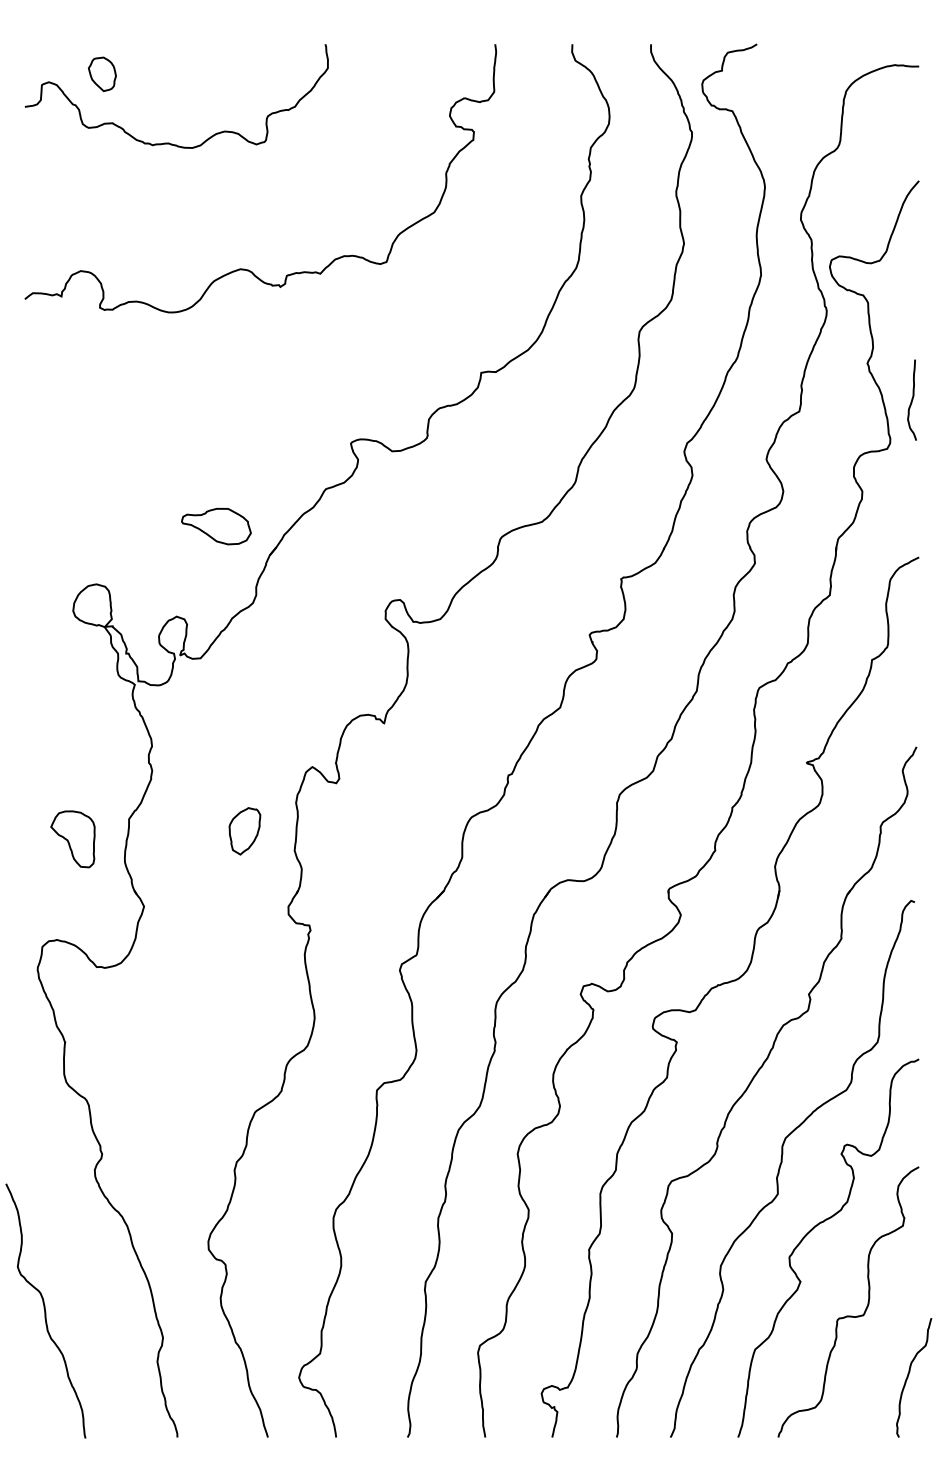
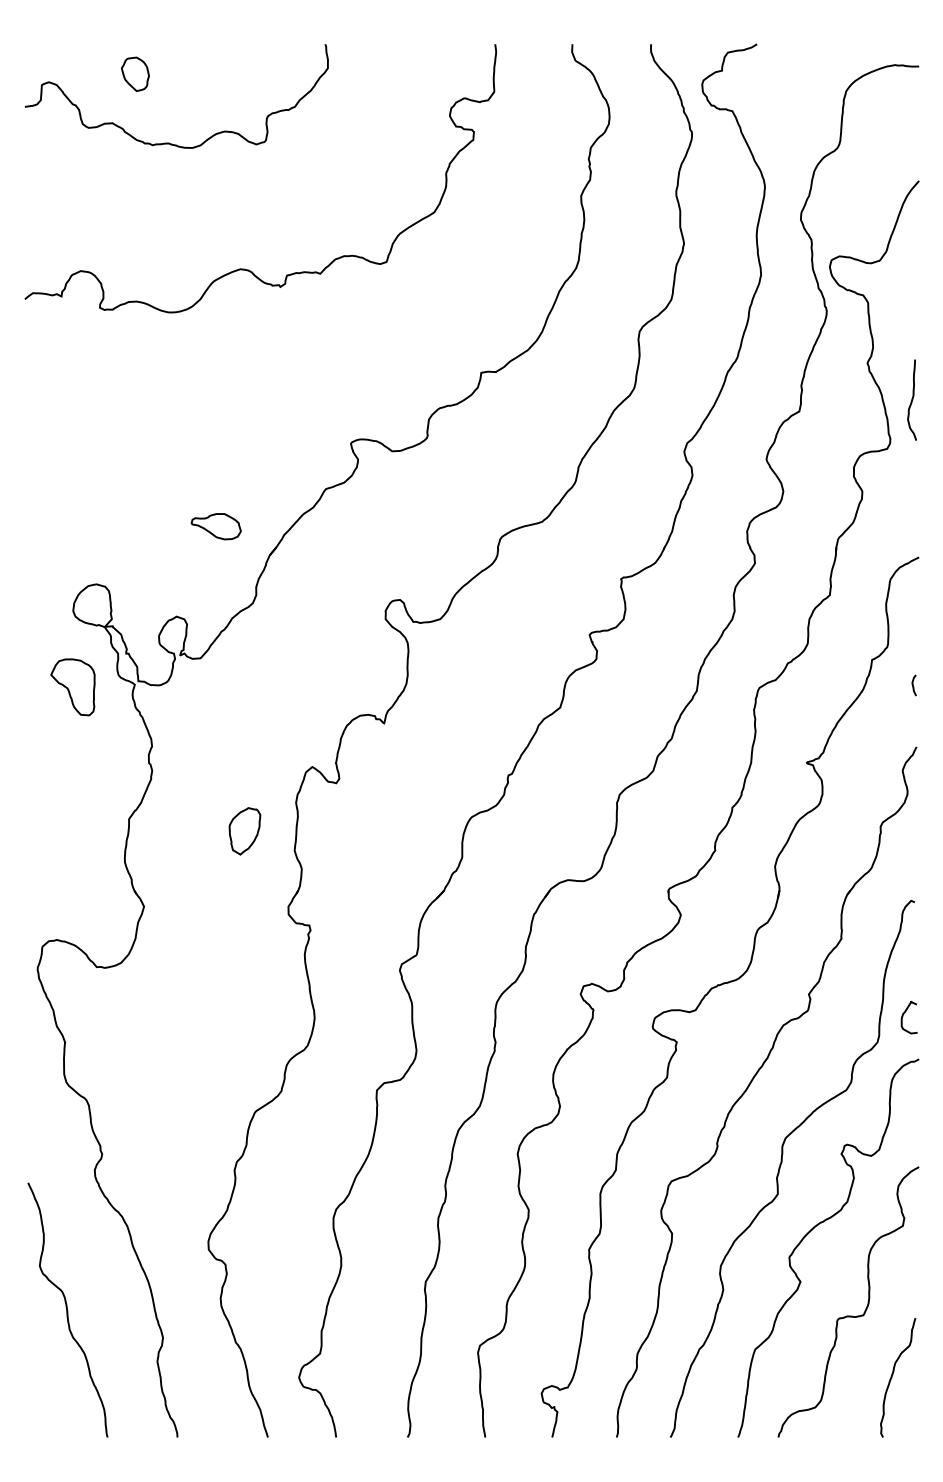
part at (102, 73) position: (102, 73) -> (135, 73)
part at (216, 526) size: 71x39 px -> 52x28 px
curve at (913, 685): none -> present
part at (72, 839) position: (72, 839) -> (72, 687)
curve at (904, 1014): none -> present
curve at (45, 1310) position: (45, 1310) -> (67, 1309)
curve at (909, 1374) position: (909, 1374) -> (893, 1374)
